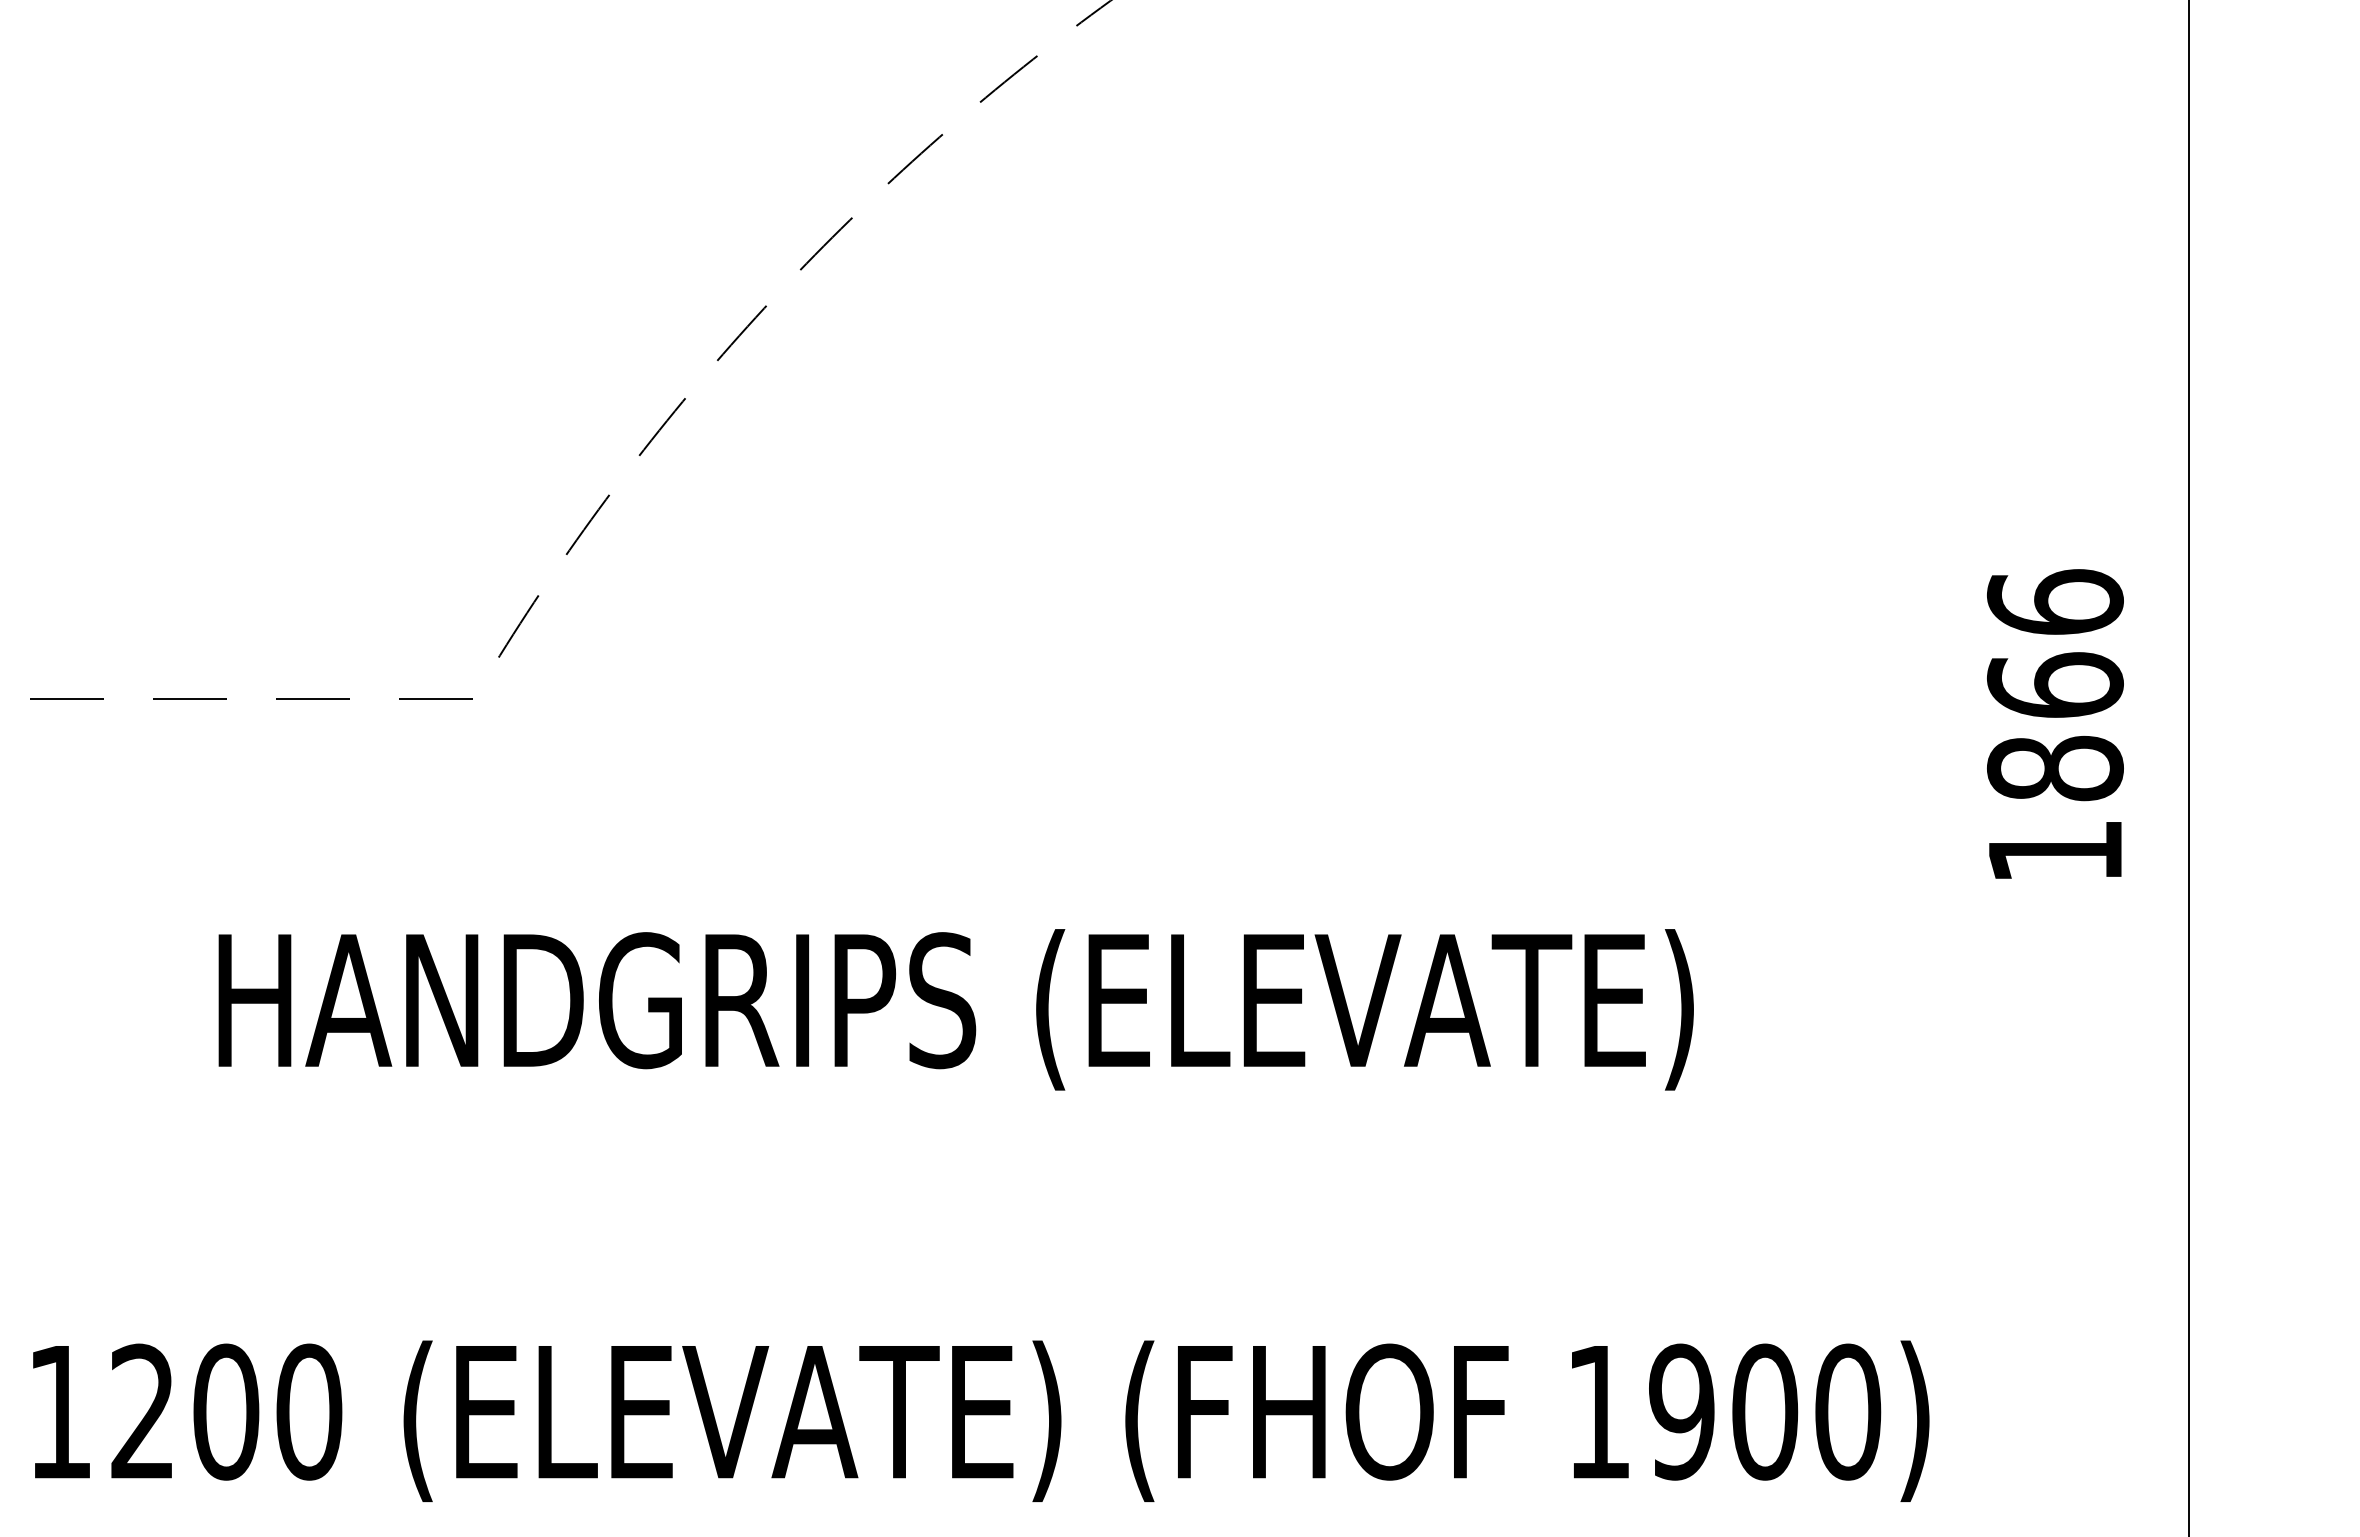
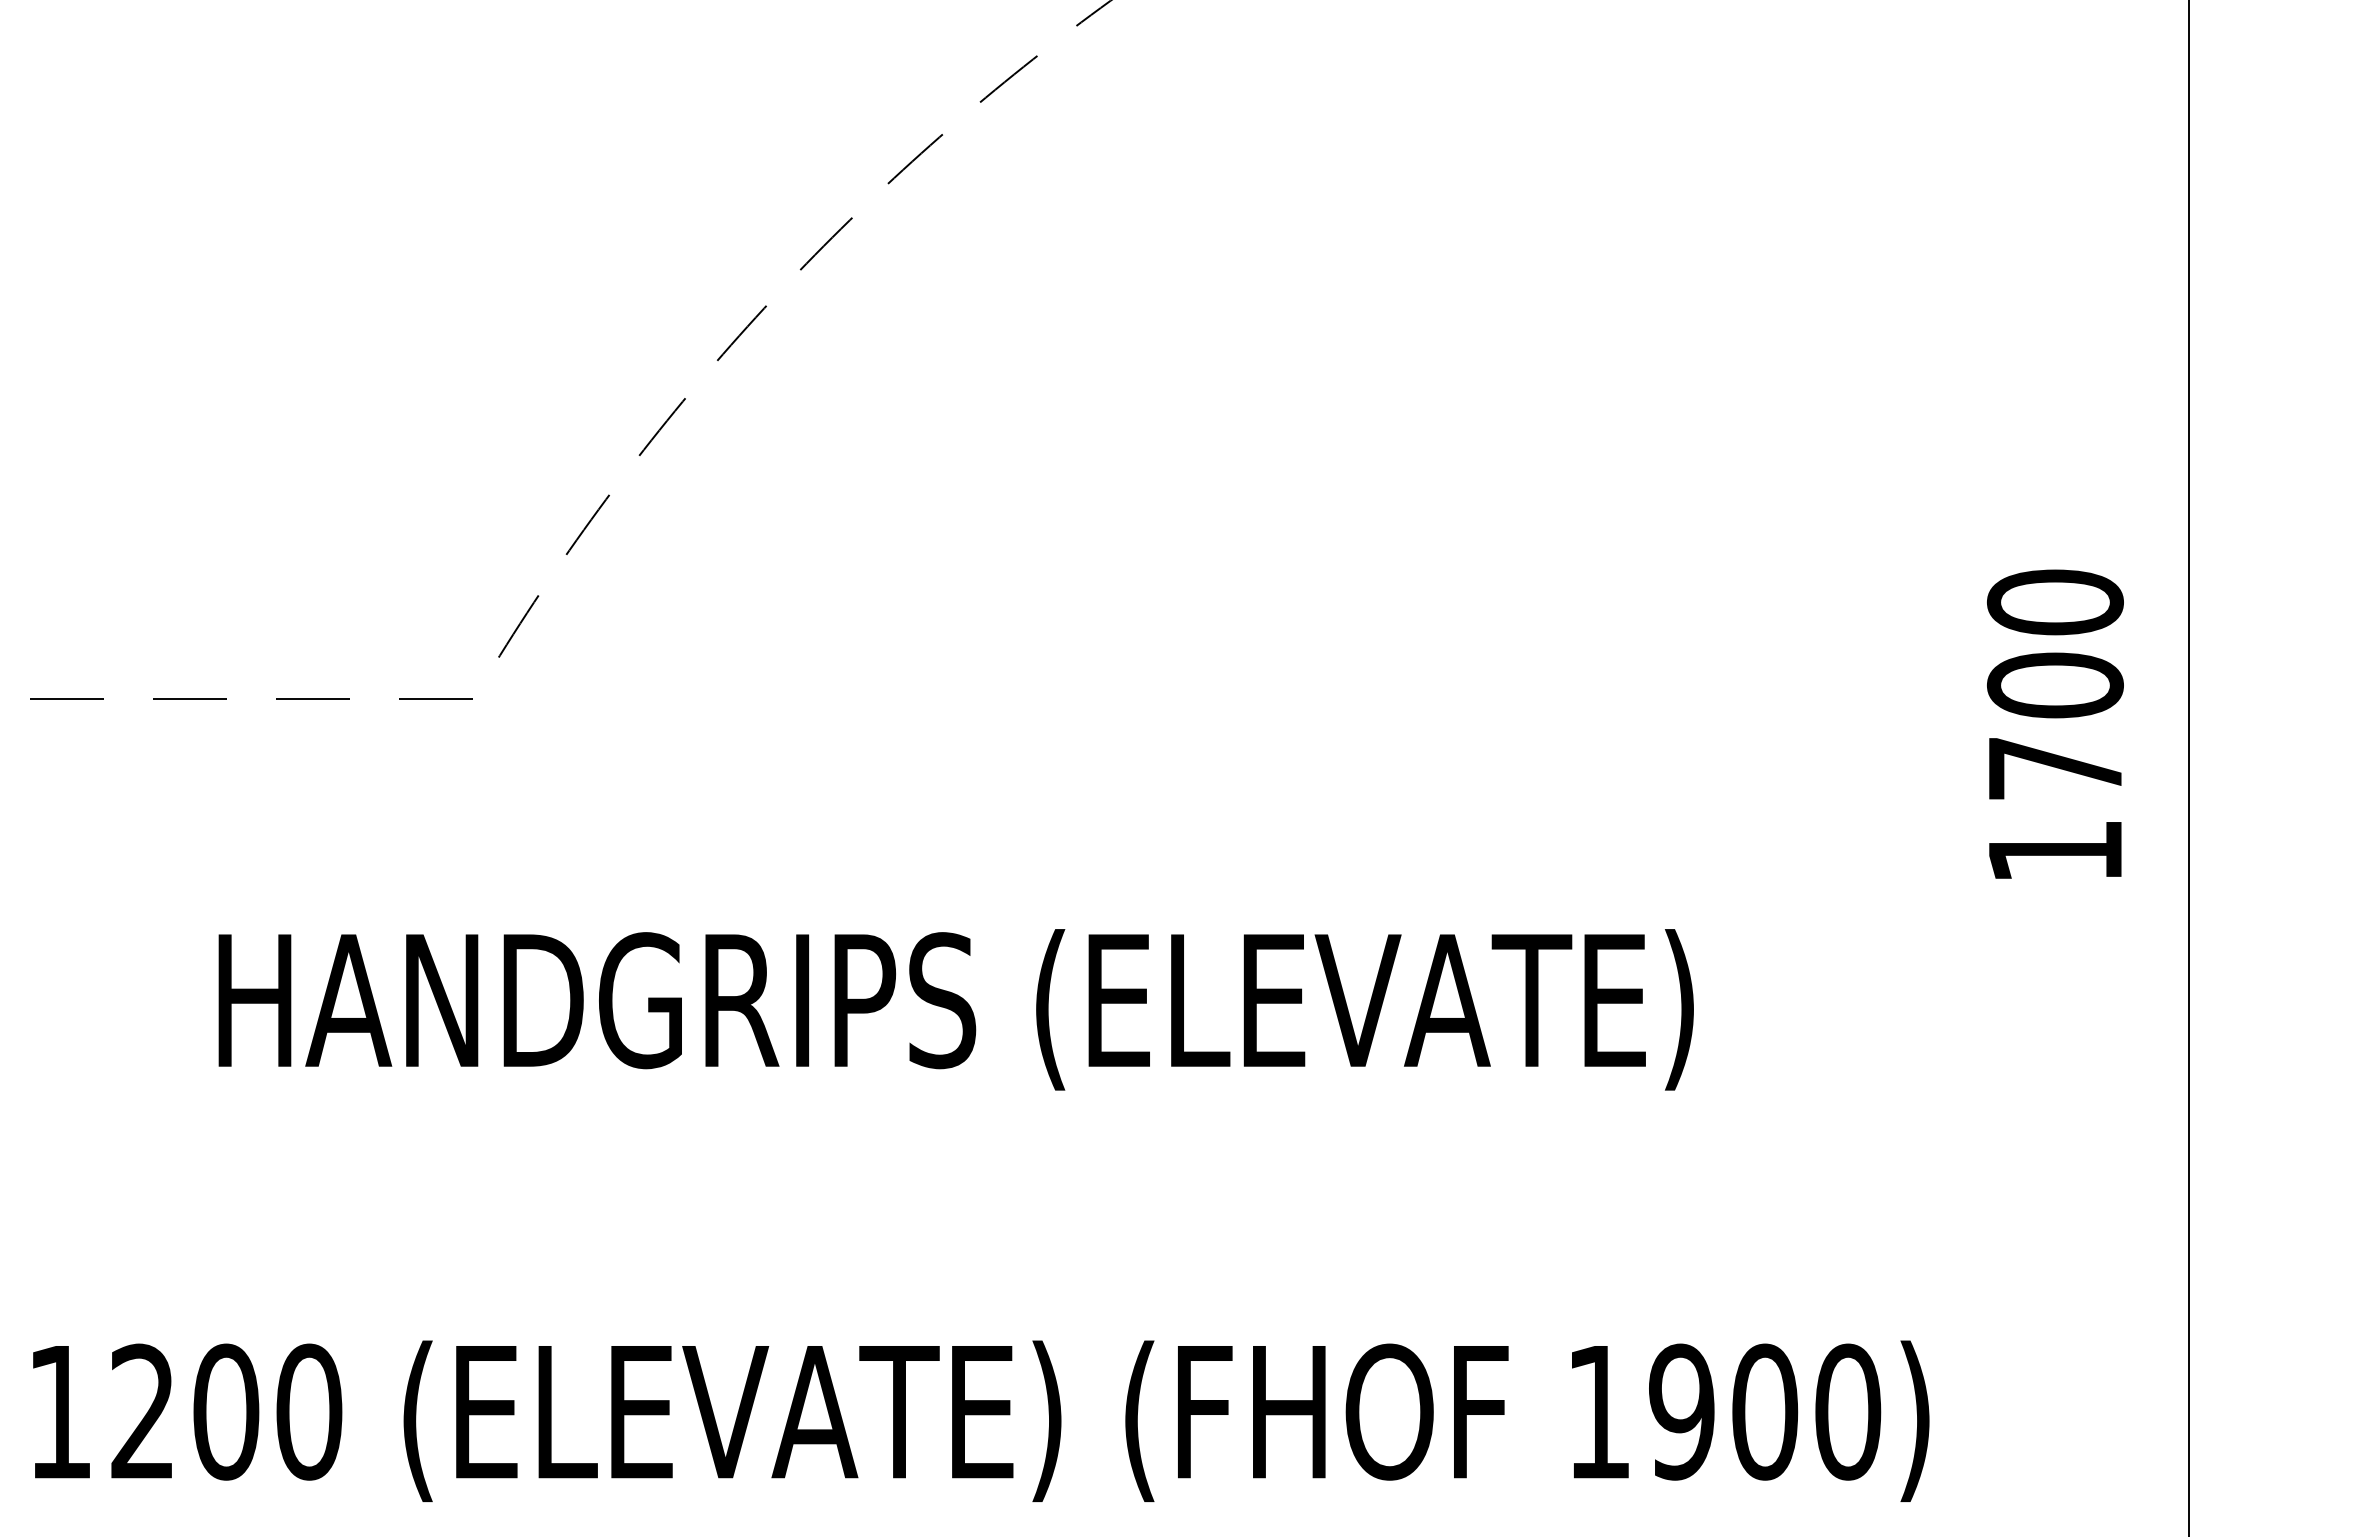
text at (2054, 685): 1866 -> 1700
